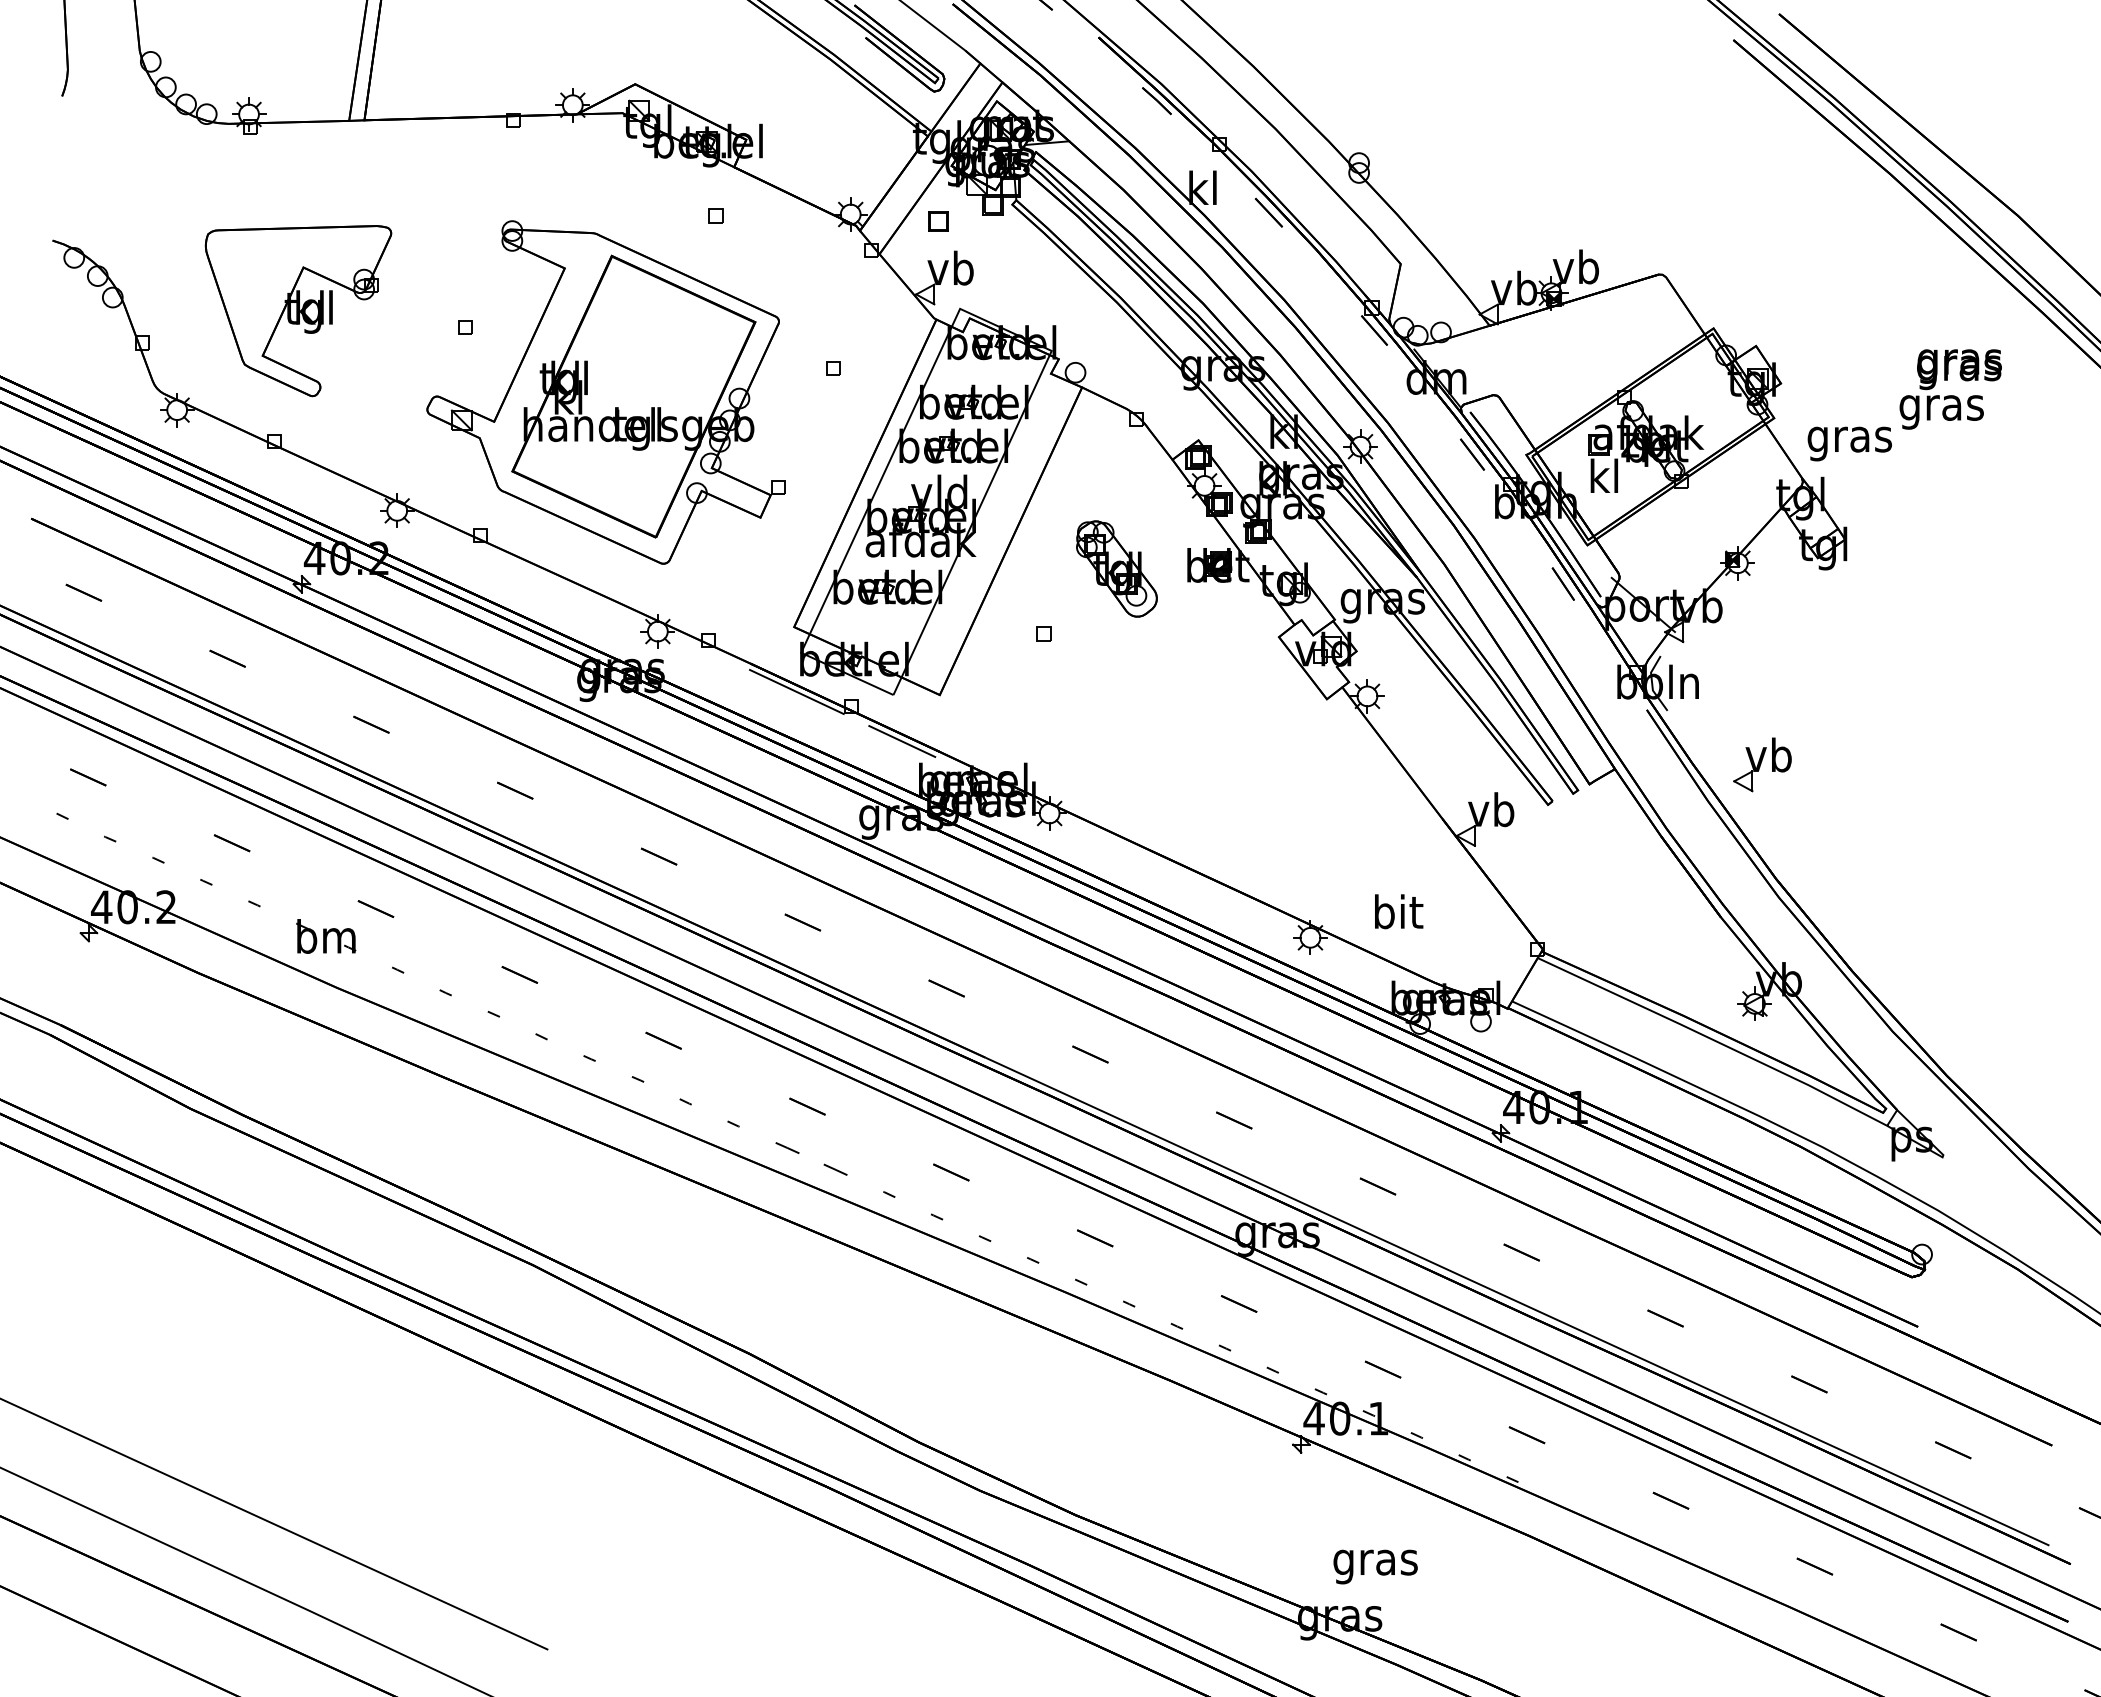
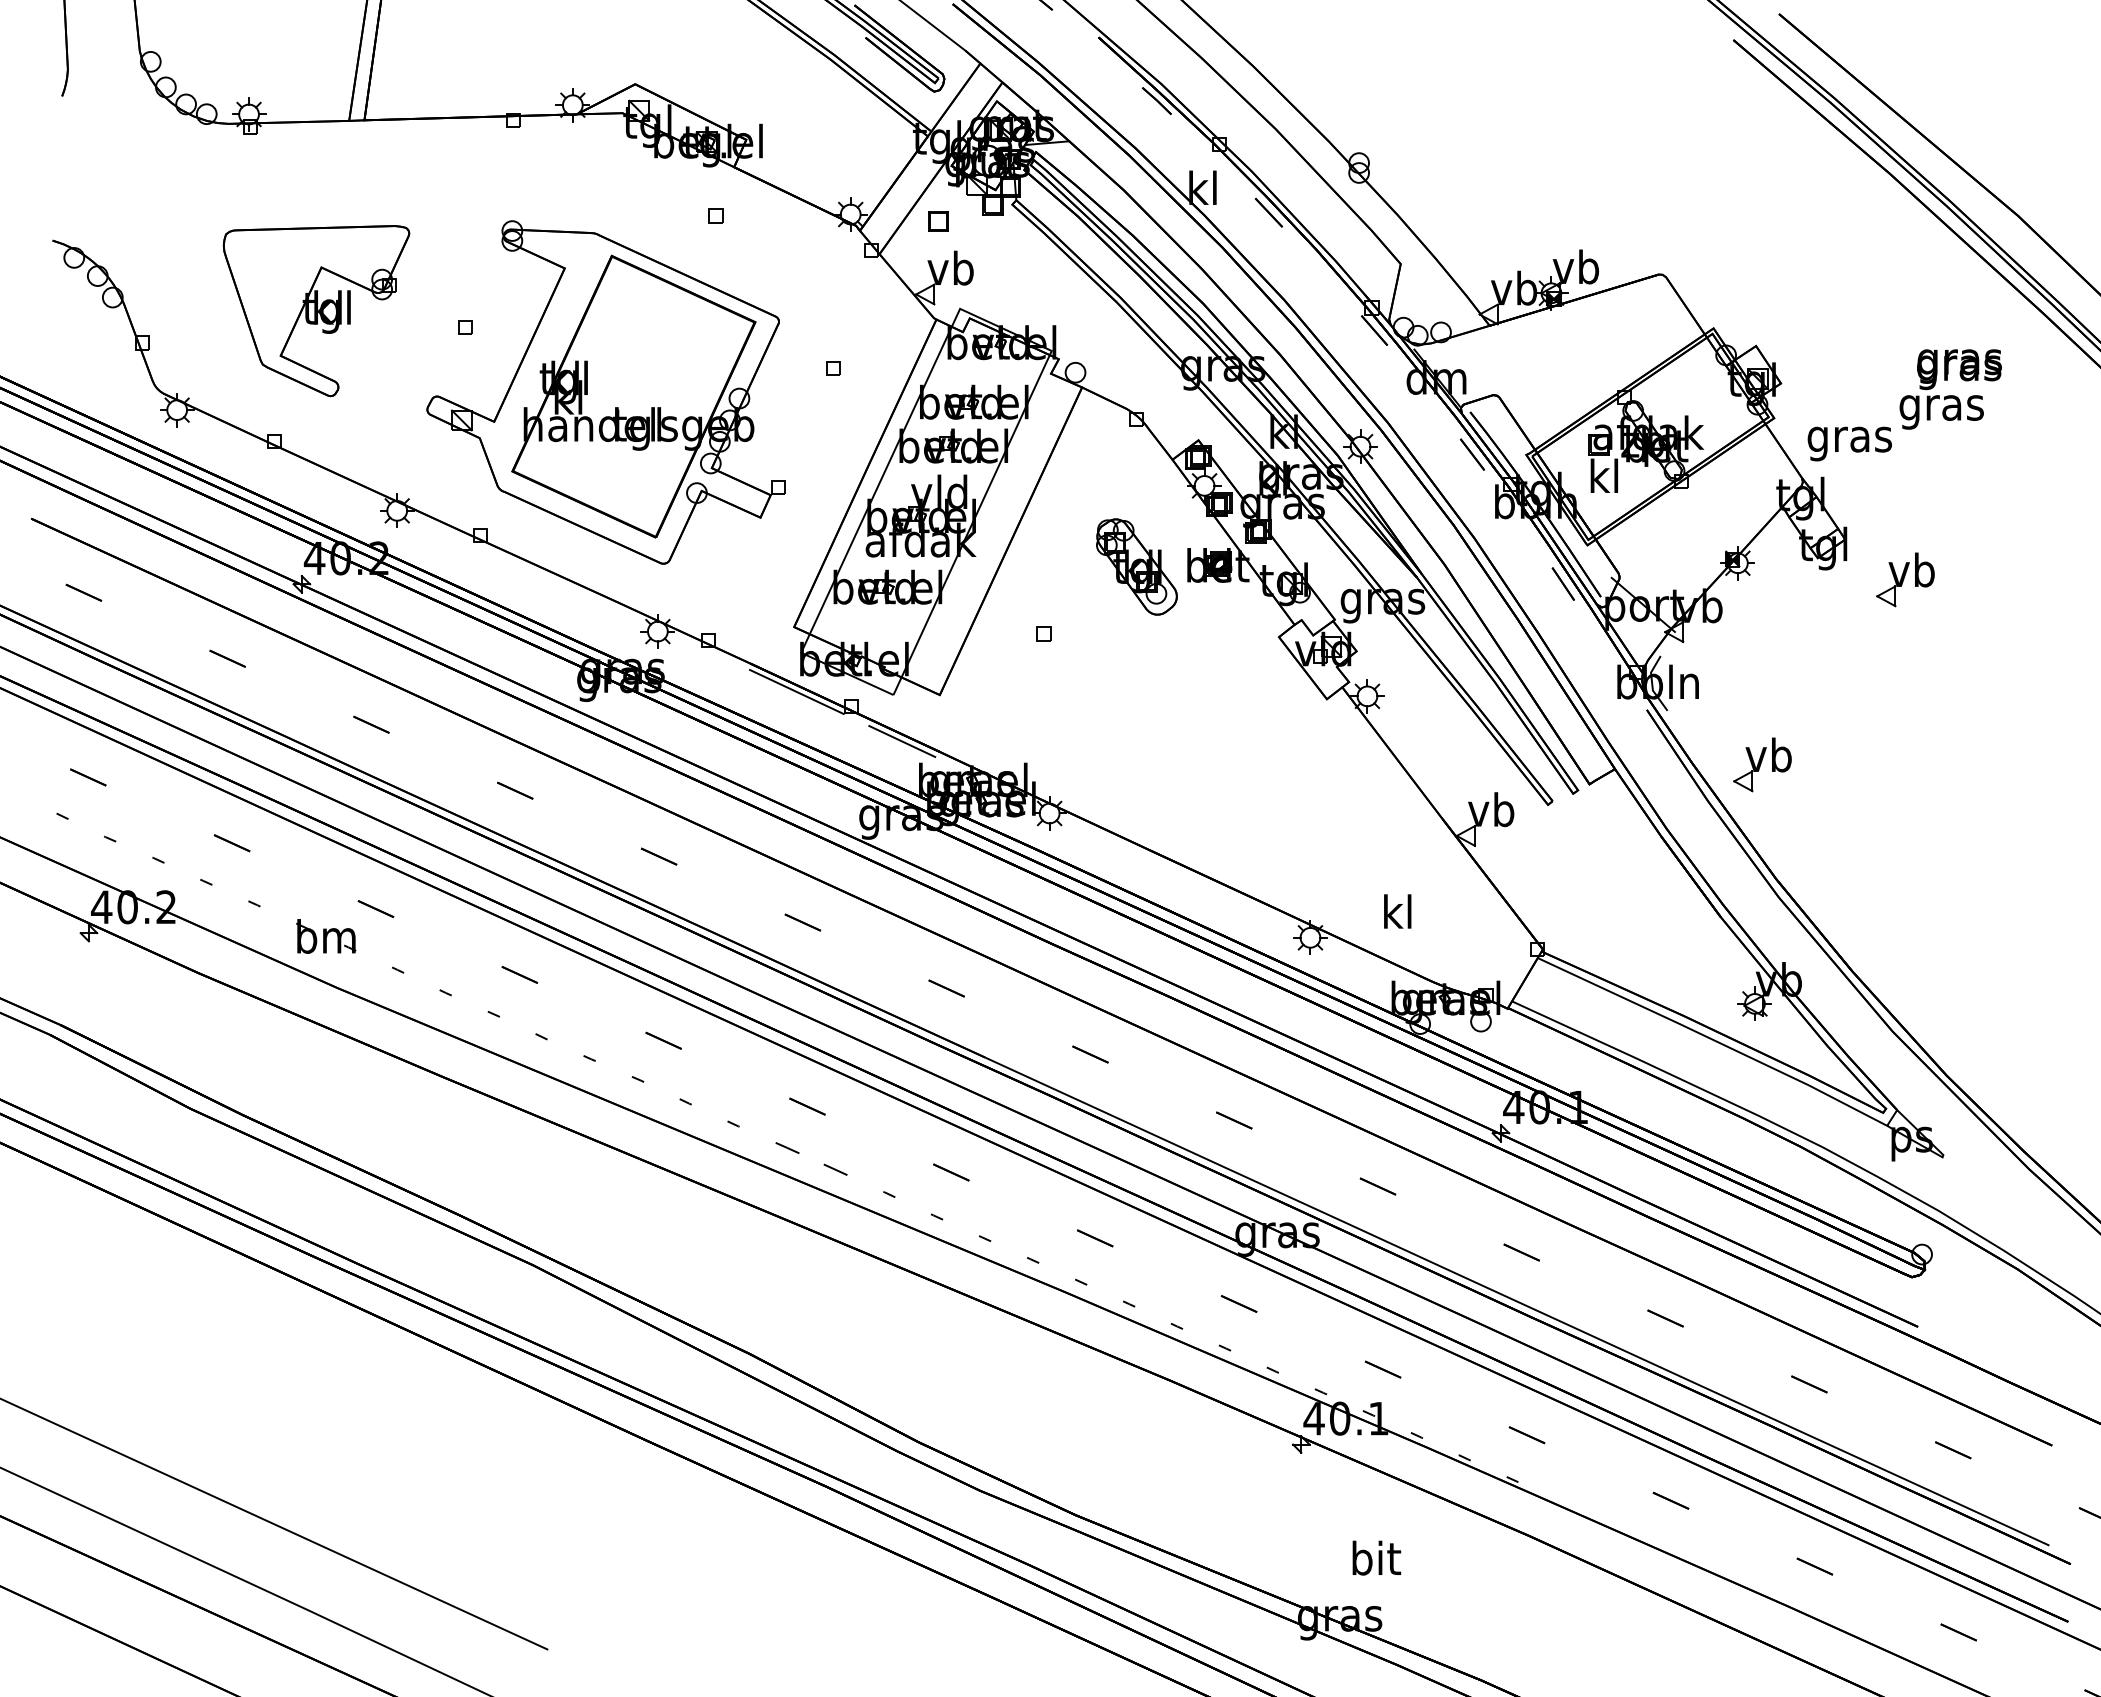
part at (298, 311) position: (298, 311) -> (316, 311)
part at (1116, 568) position: (1116, 568) -> (1136, 566)
part at (1905, 579): none -> present
text at (1399, 911): bit -> kl
text at (1375, 1562): gras -> bit
